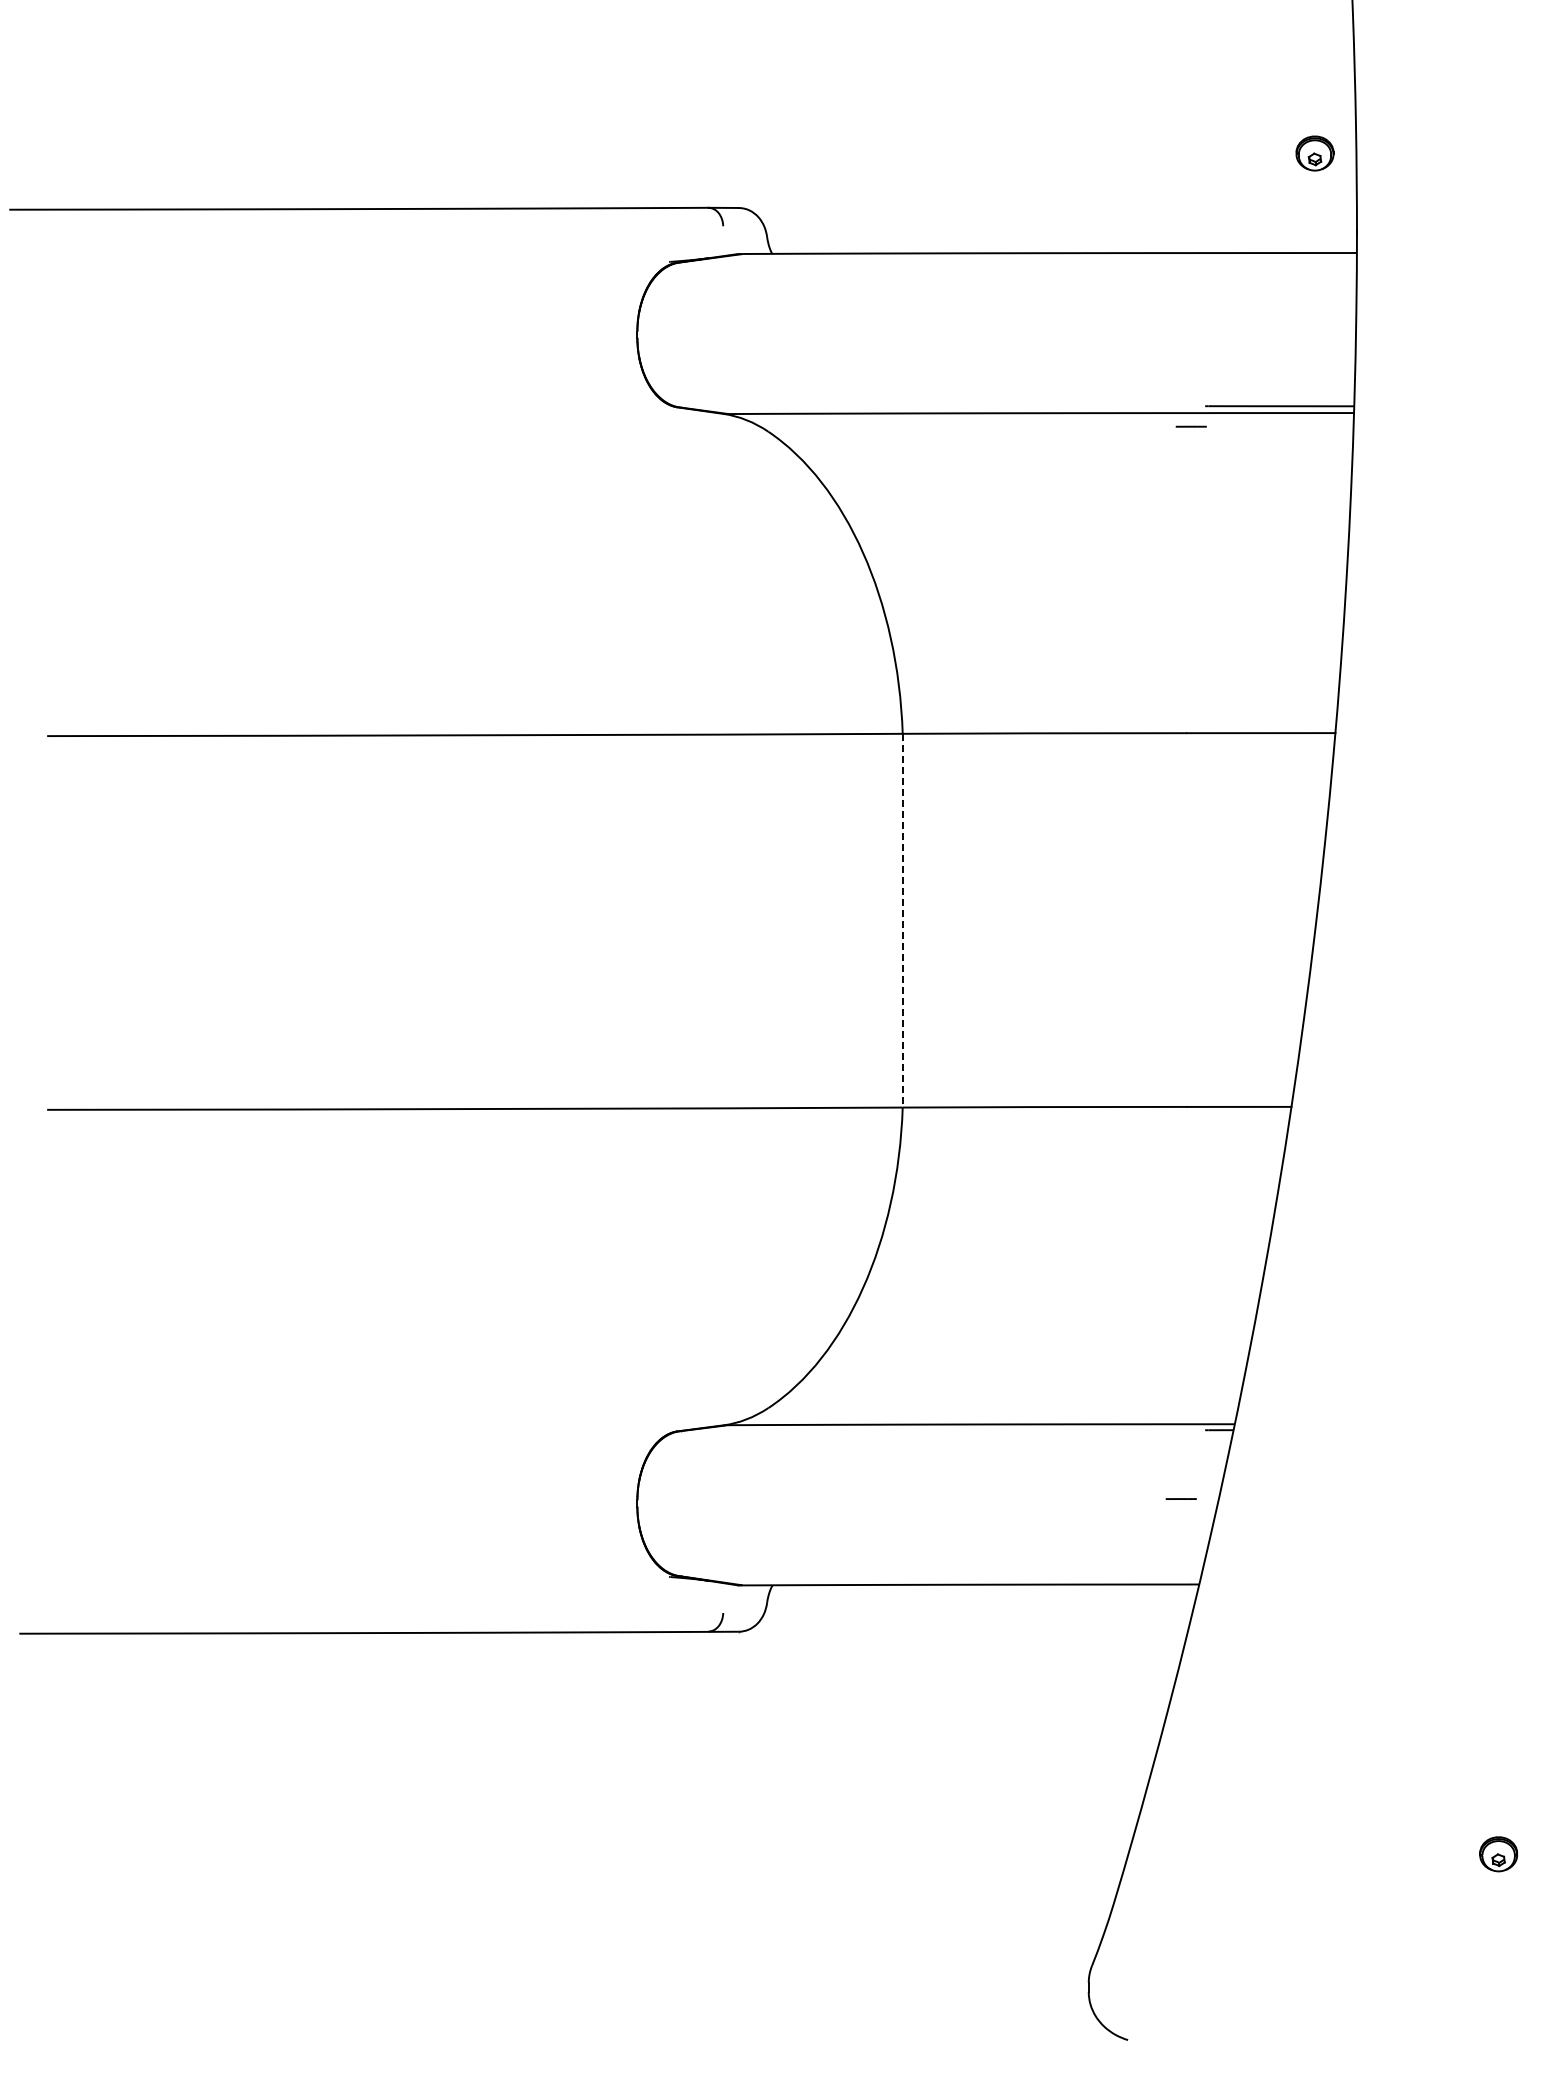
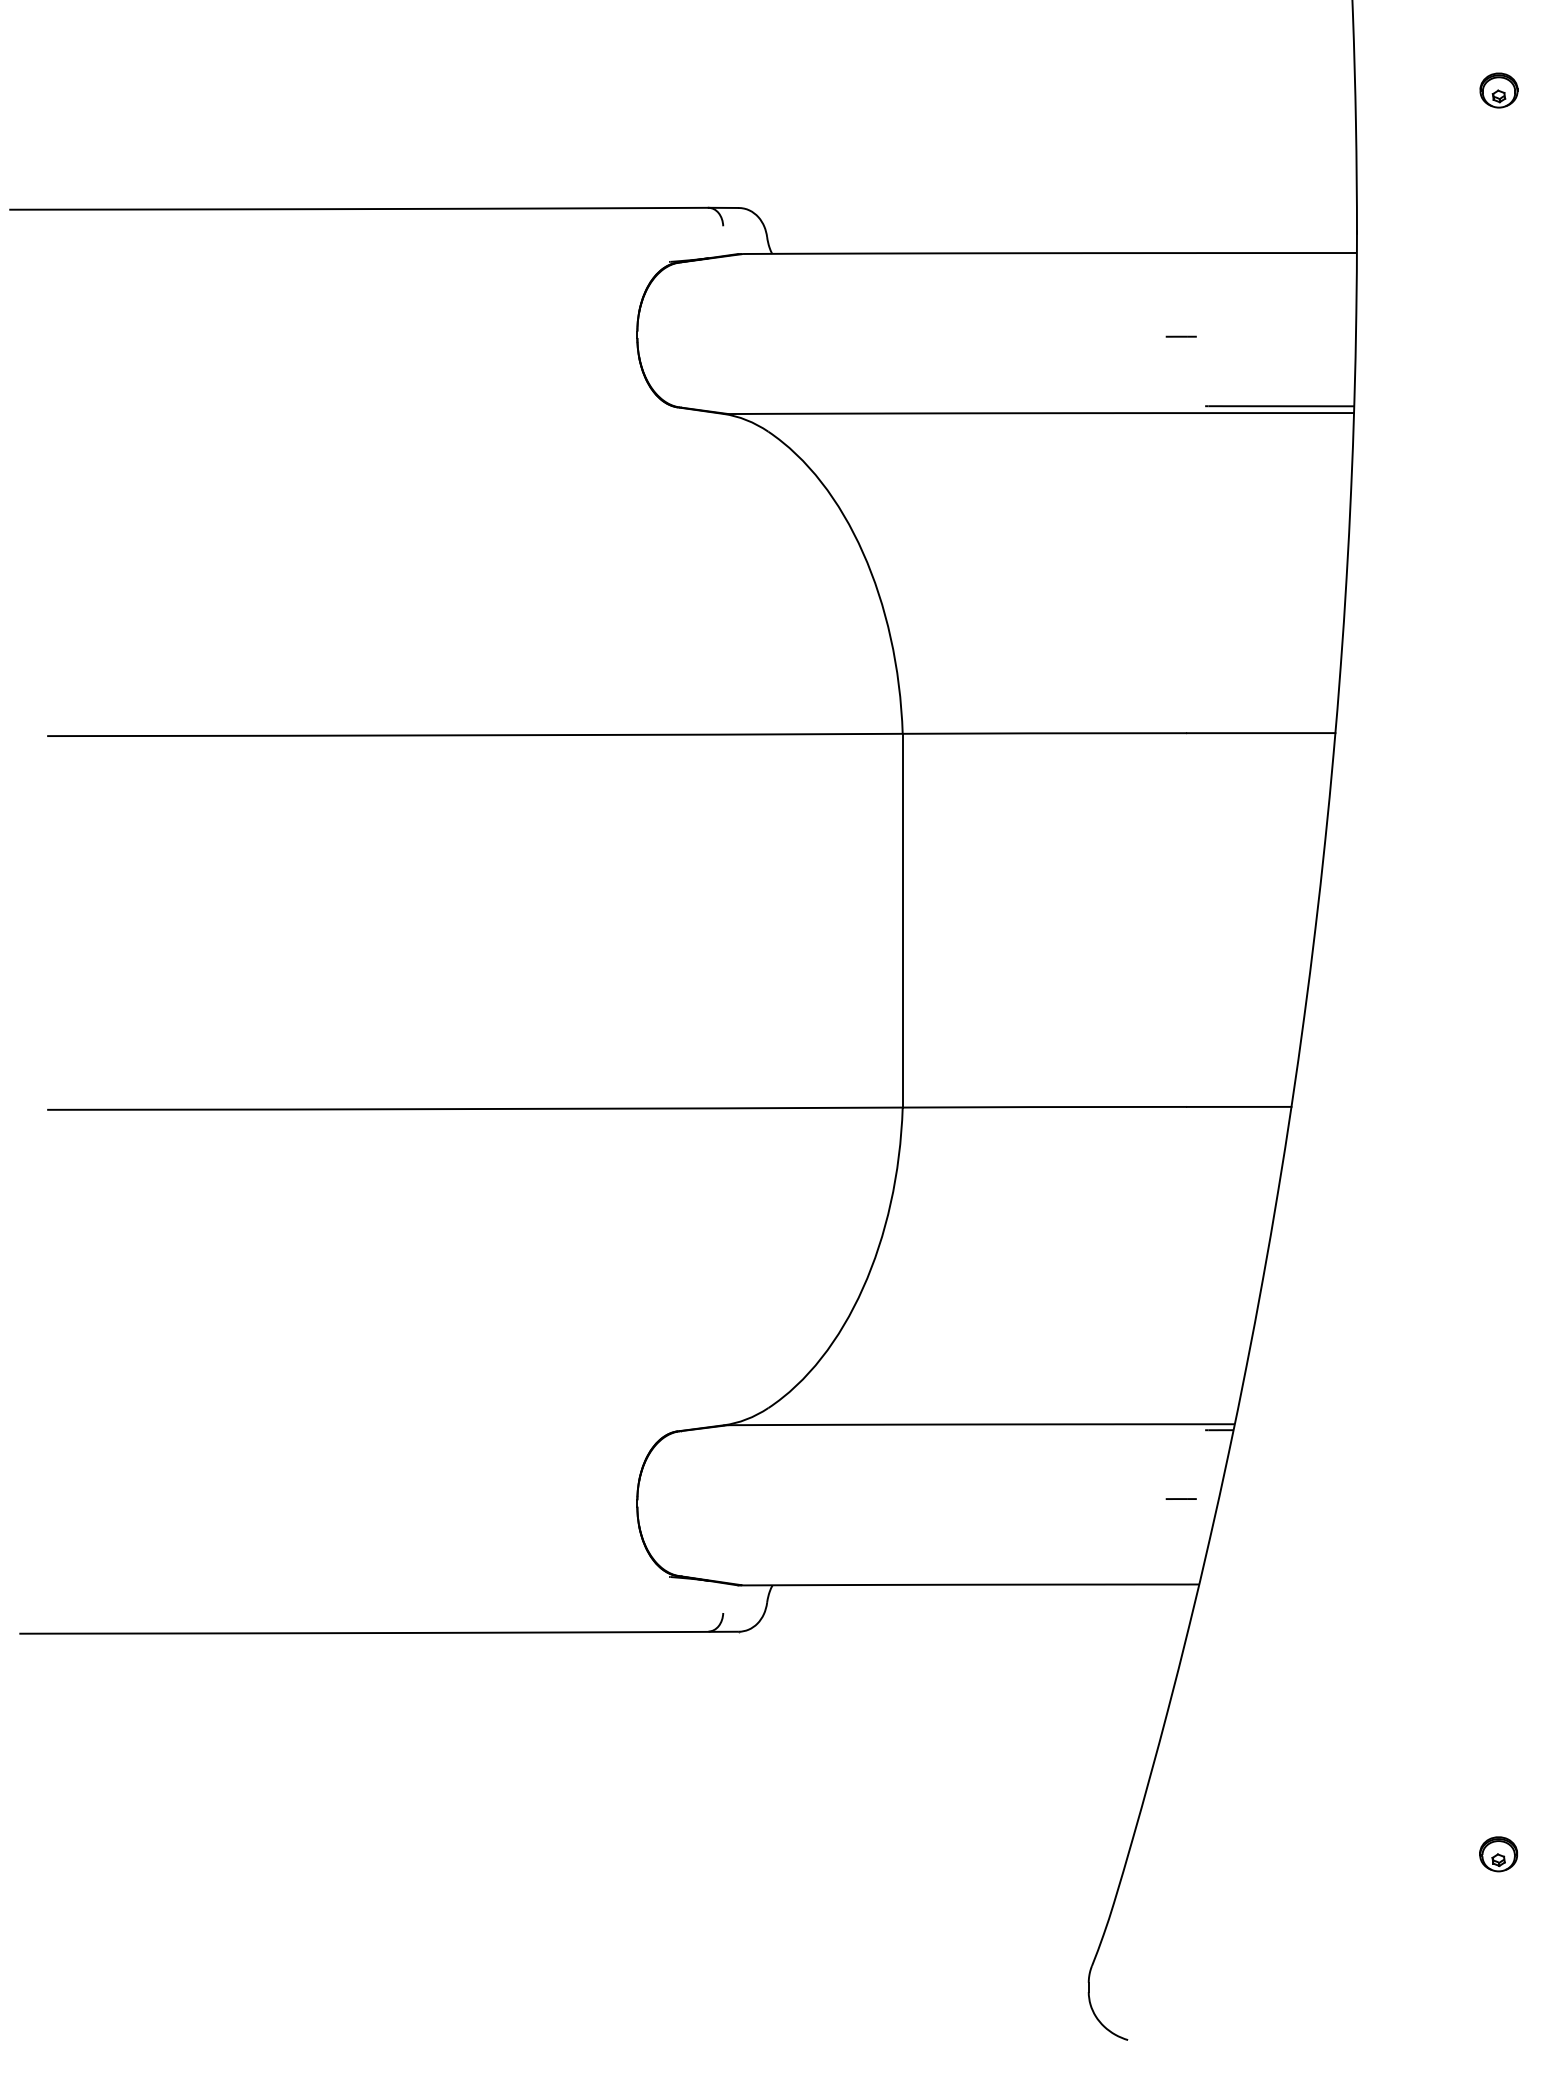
part at (1314, 153) position: (1314, 153) -> (1498, 90)
line at (1190, 426) position: (1190, 426) -> (1180, 336)
line at (902, 920): dashed -> solid
